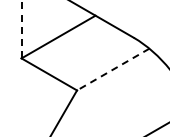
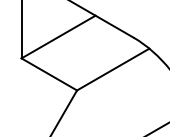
line at (21, 29): dashed -> solid
line at (113, 69): dashed -> solid
